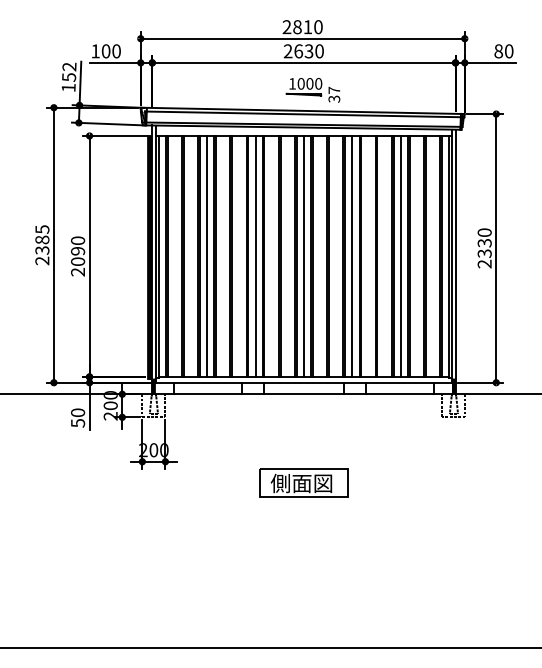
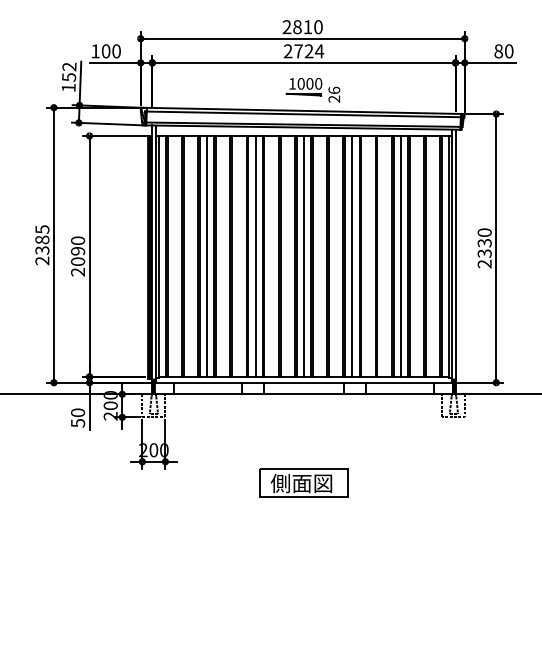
text at (309, 51): 2630 -> 2724
text at (334, 94): 37 -> 26
line at (270, 647): present -> none
